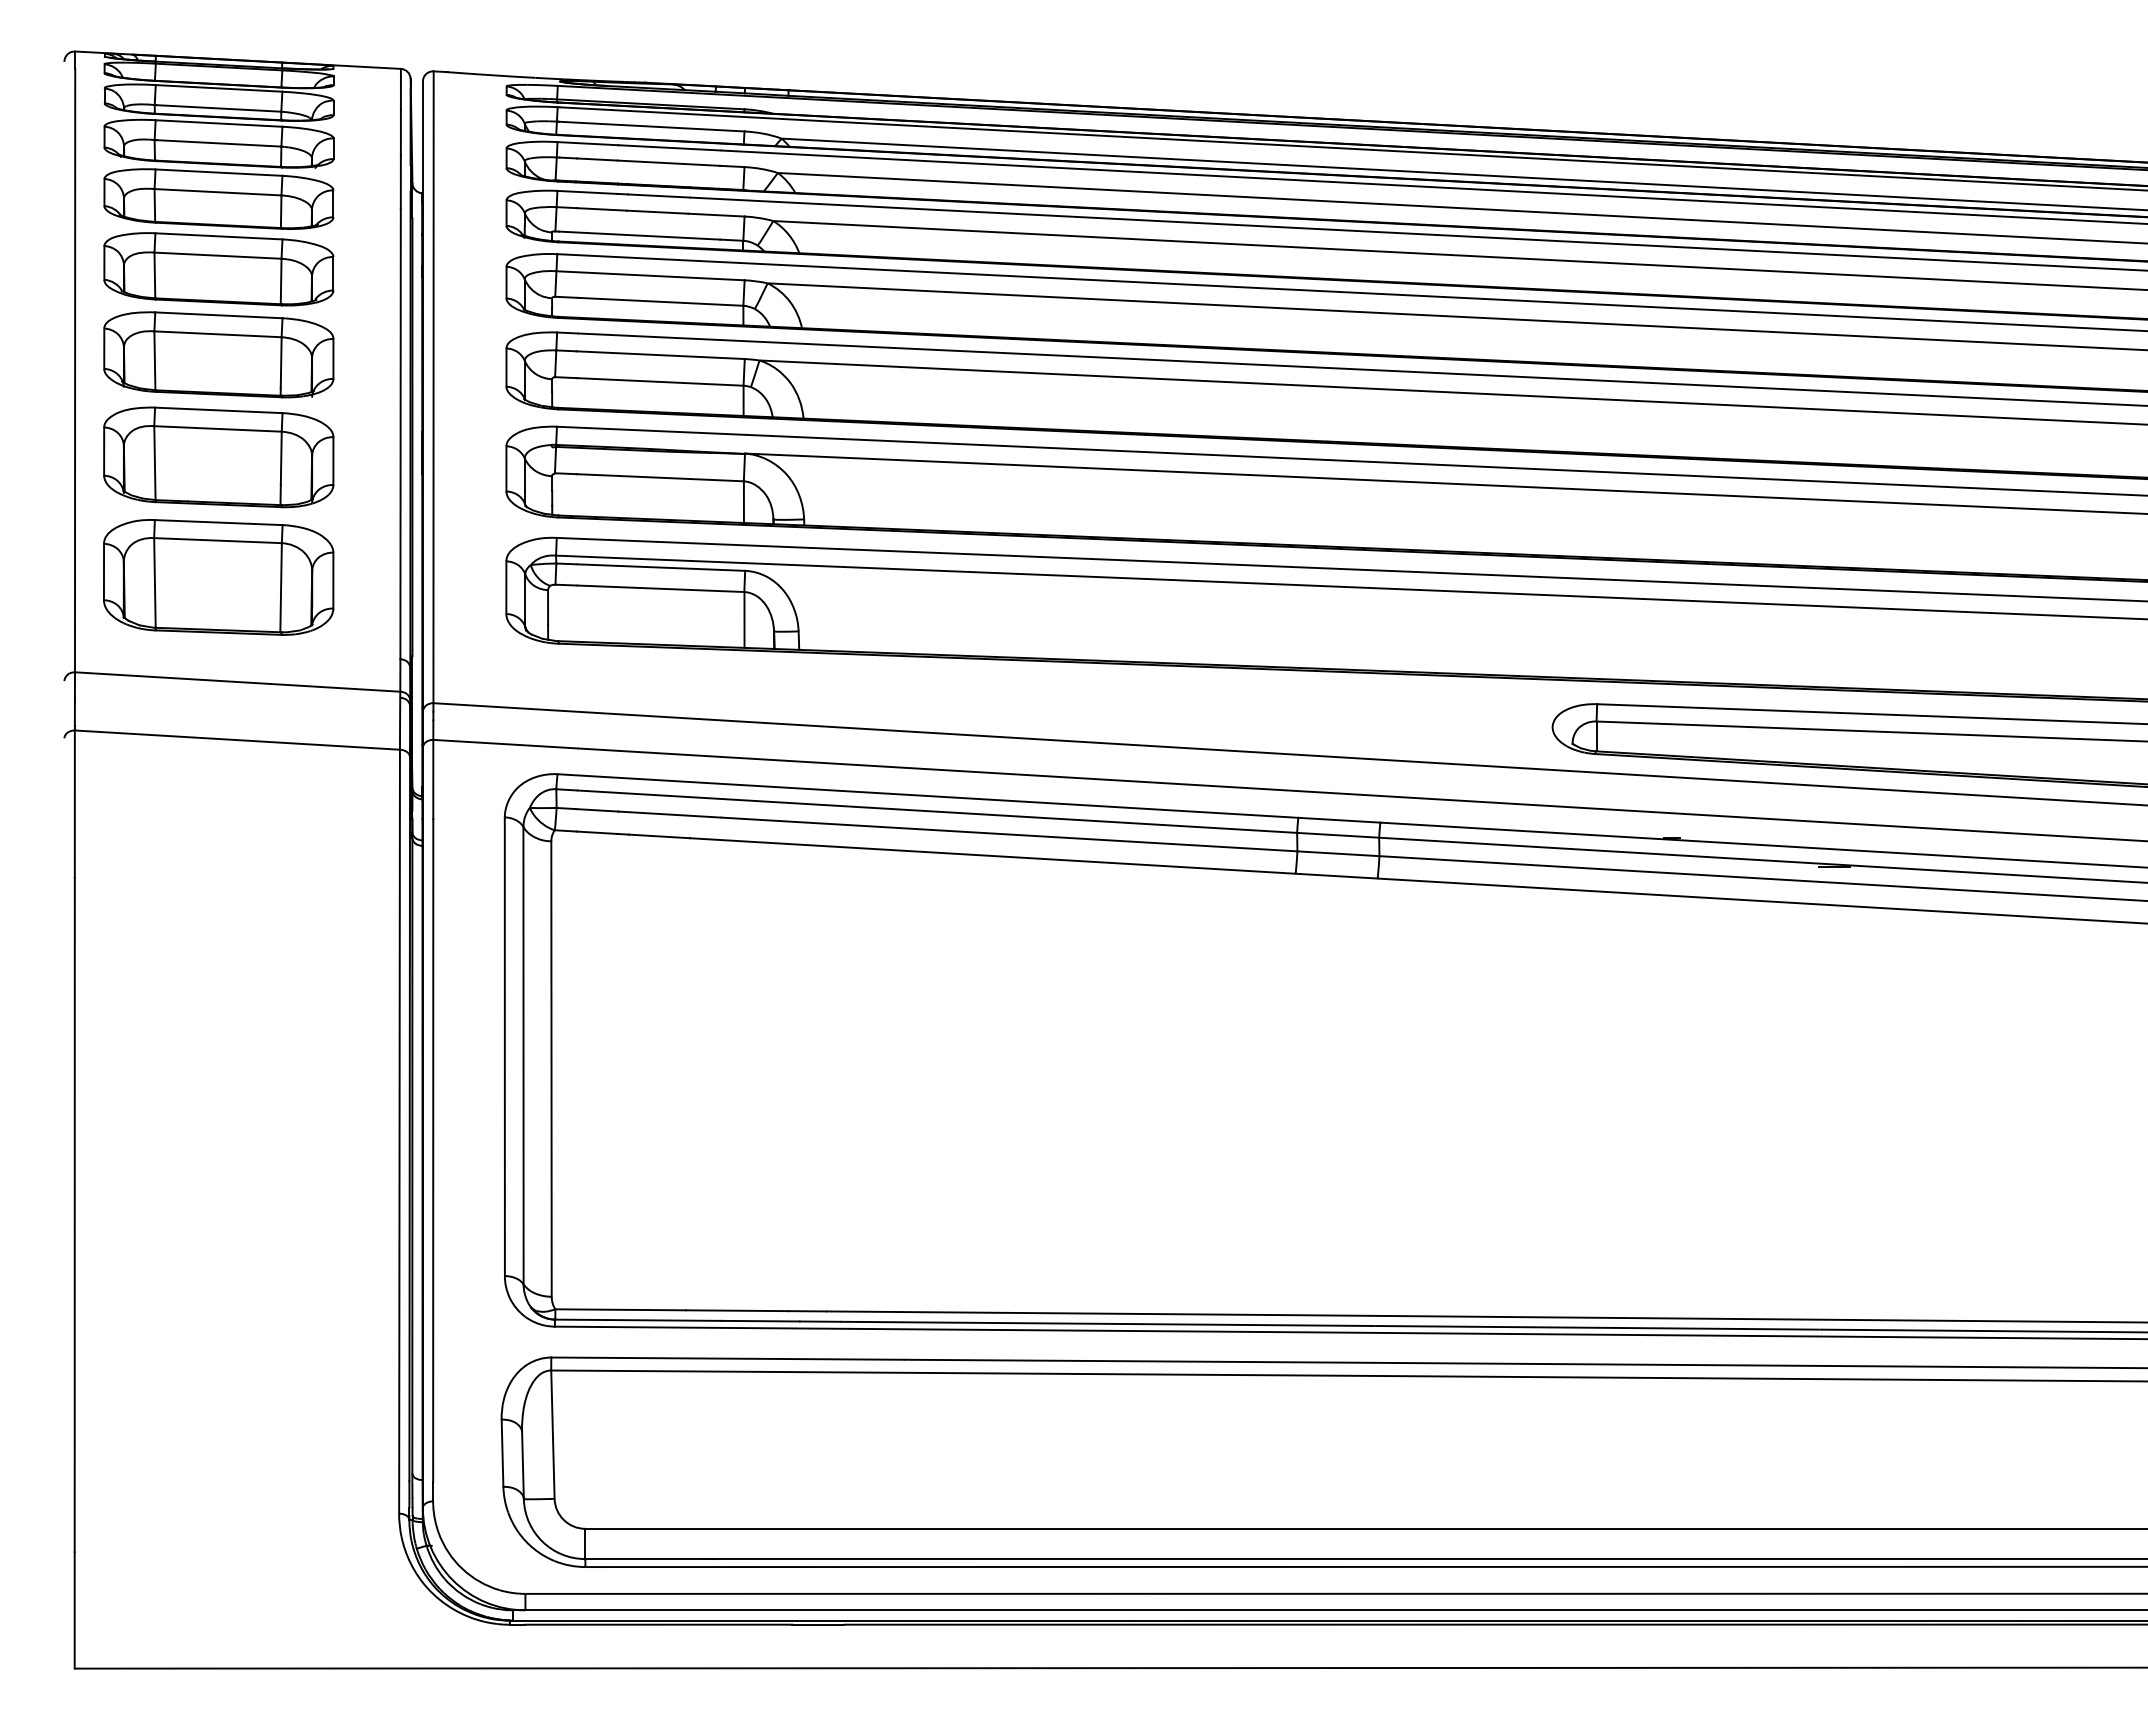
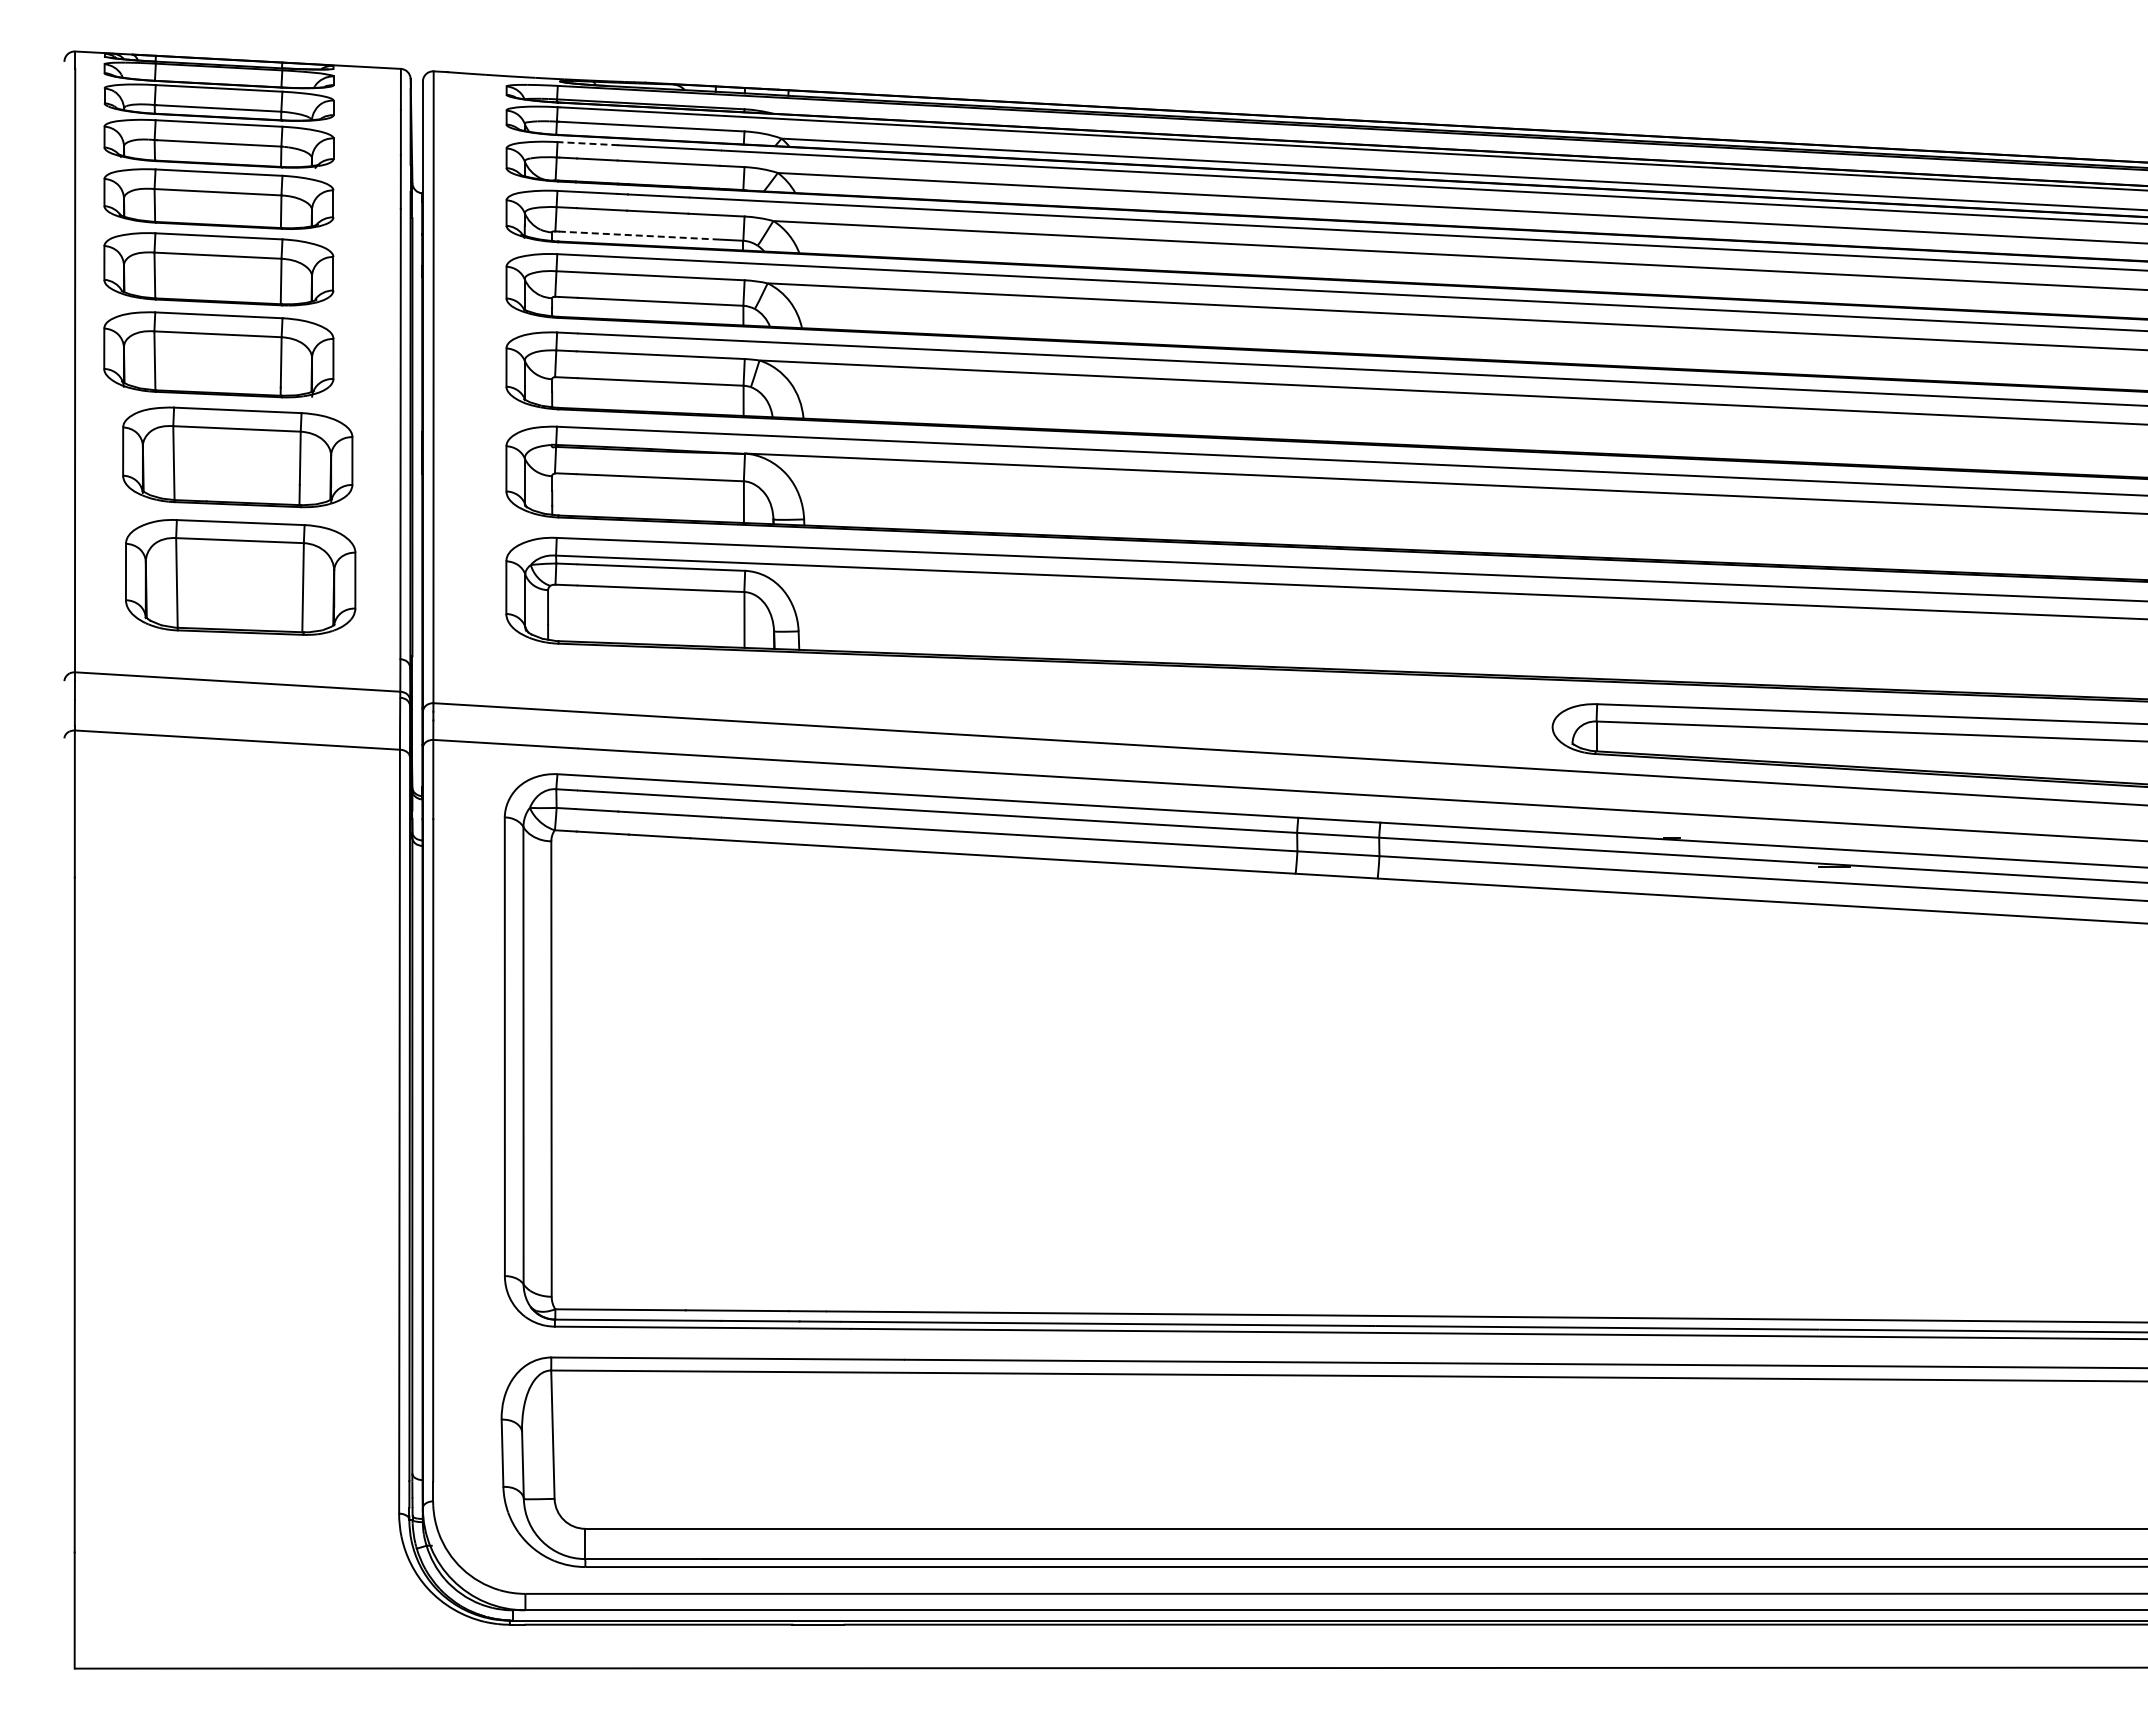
line at (587, 143): solid -> dashed
line at (639, 235): solid -> dashed
part at (218, 457) position: (218, 457) -> (237, 457)
part at (218, 577) position: (218, 577) -> (240, 577)
